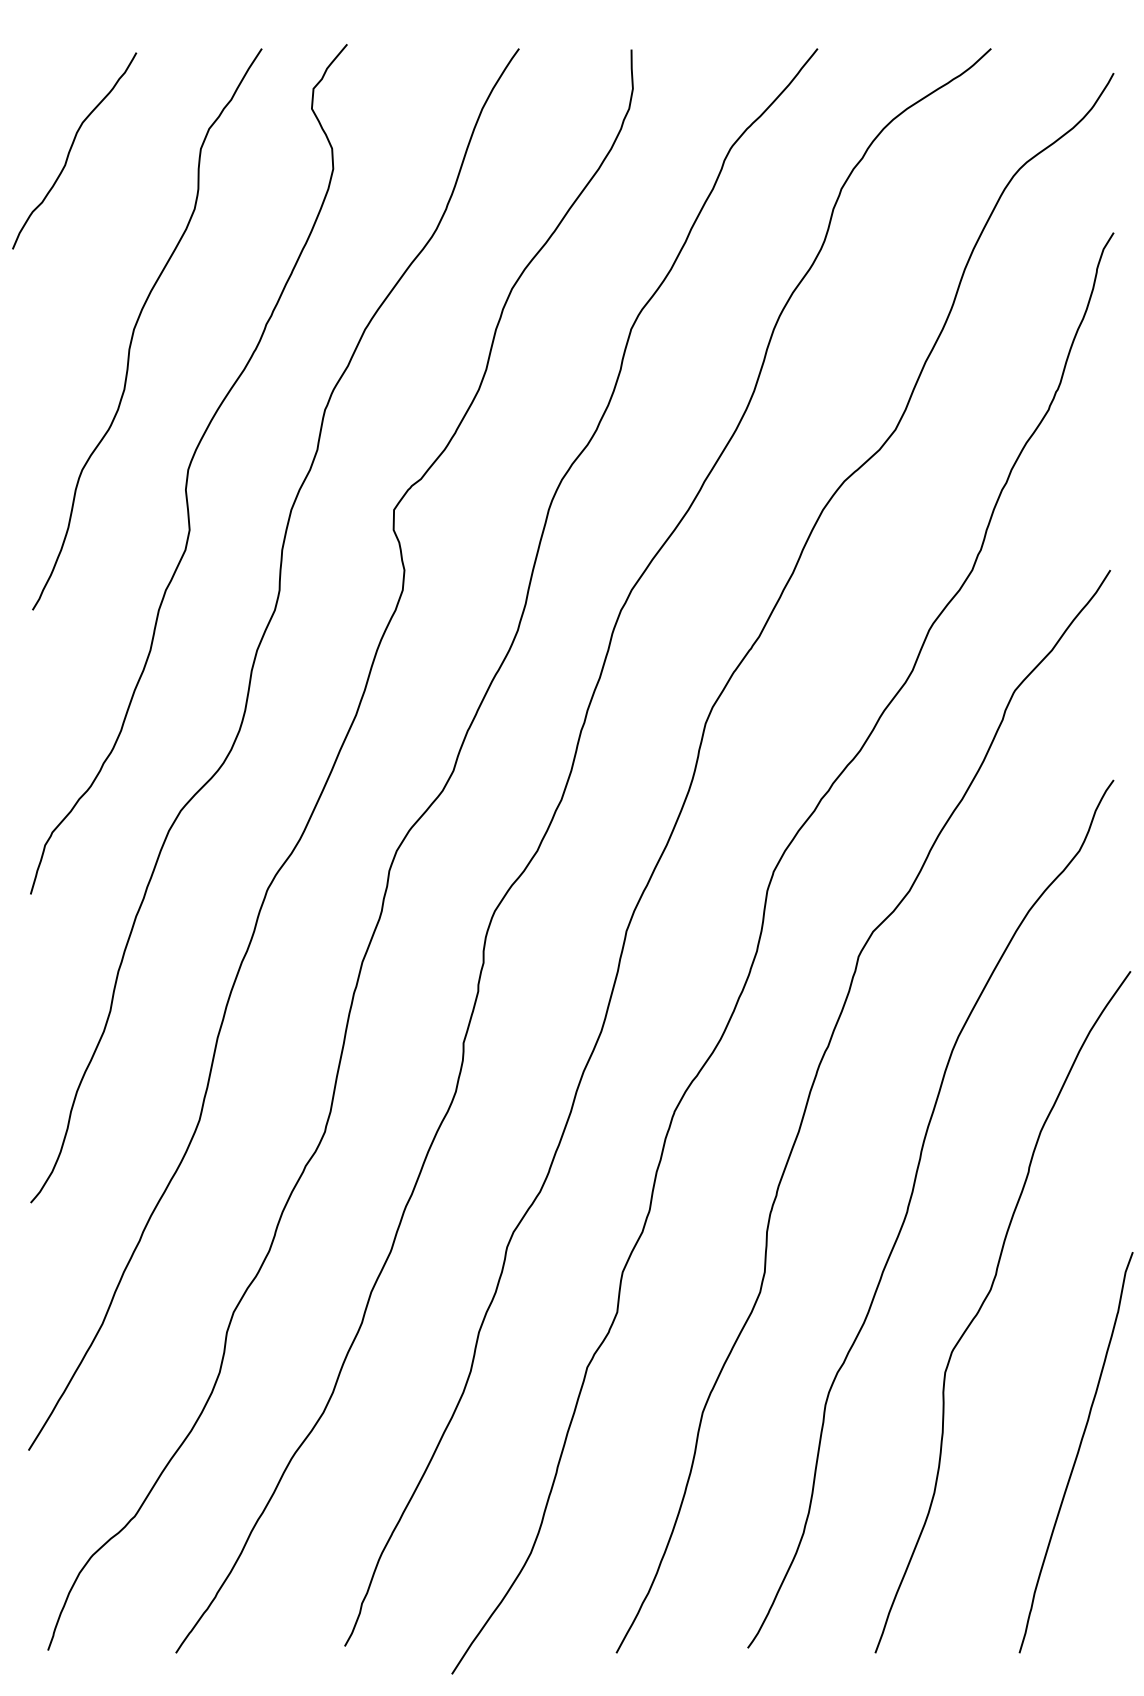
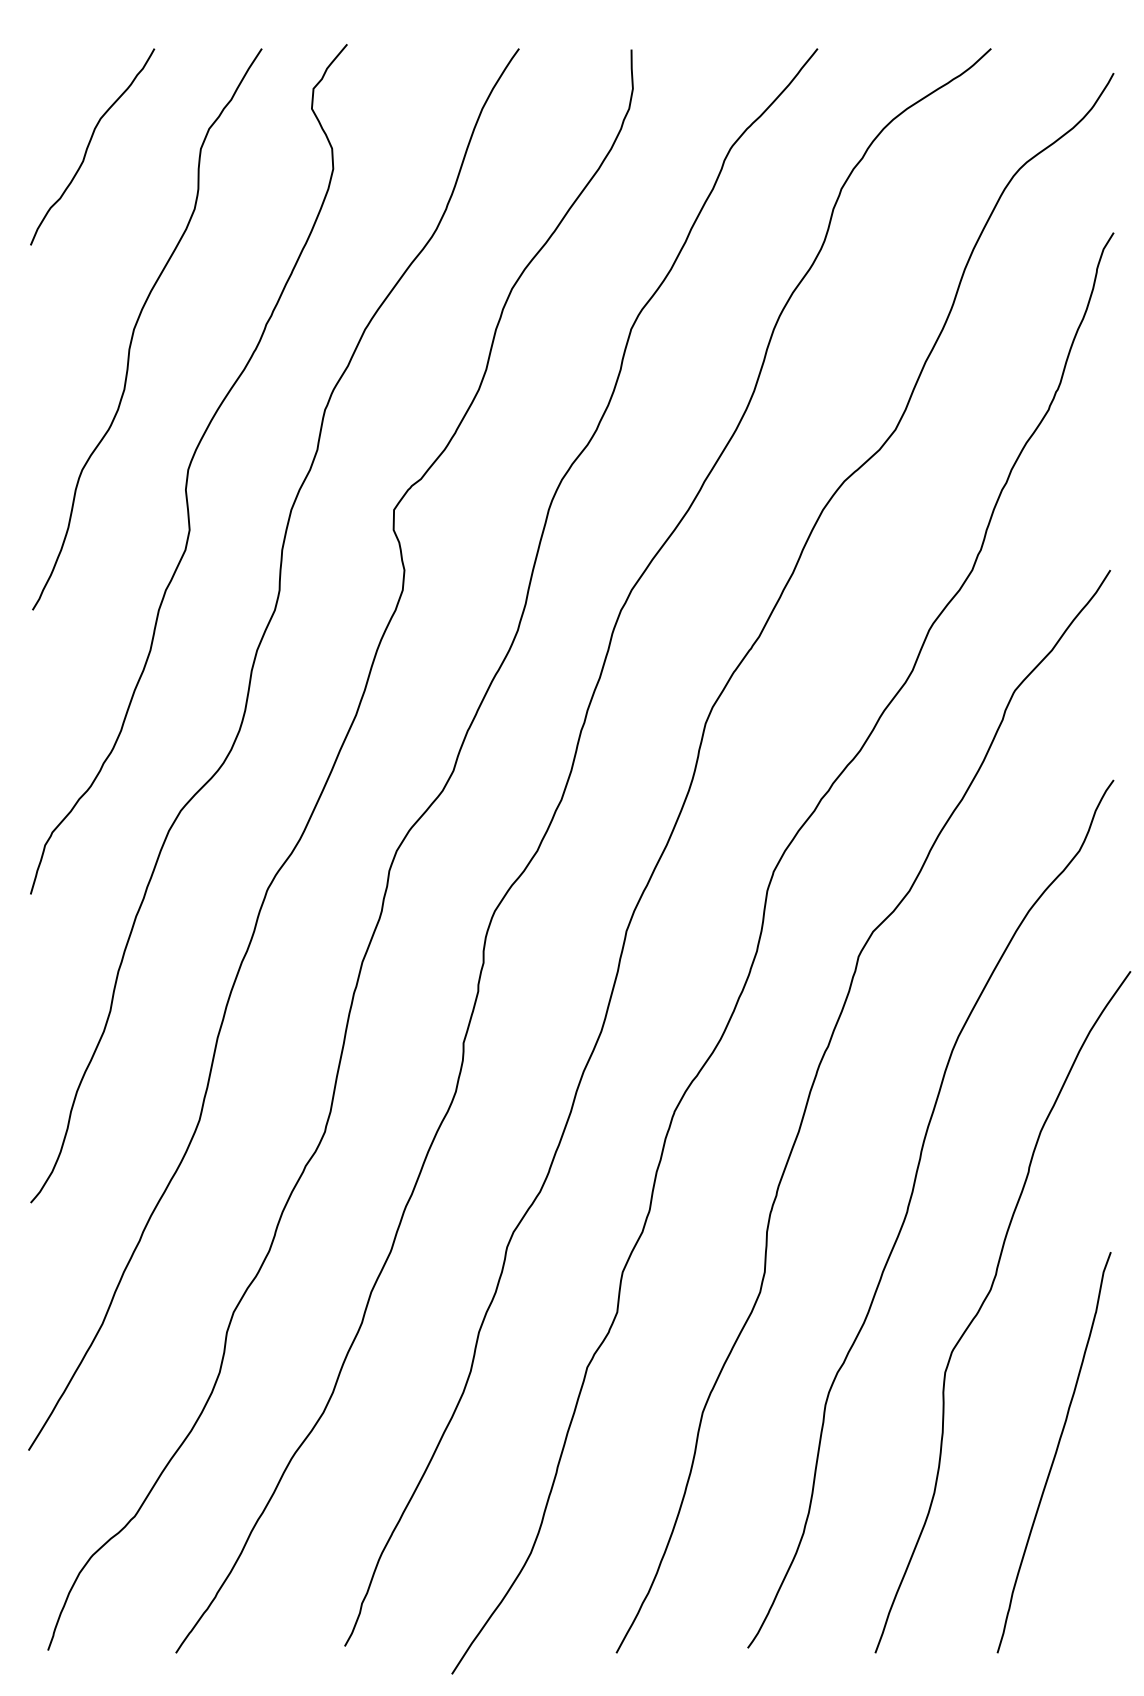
curve at (71, 149) position: (71, 149) -> (89, 145)
curve at (1076, 1453) position: (1076, 1453) -> (1054, 1453)
